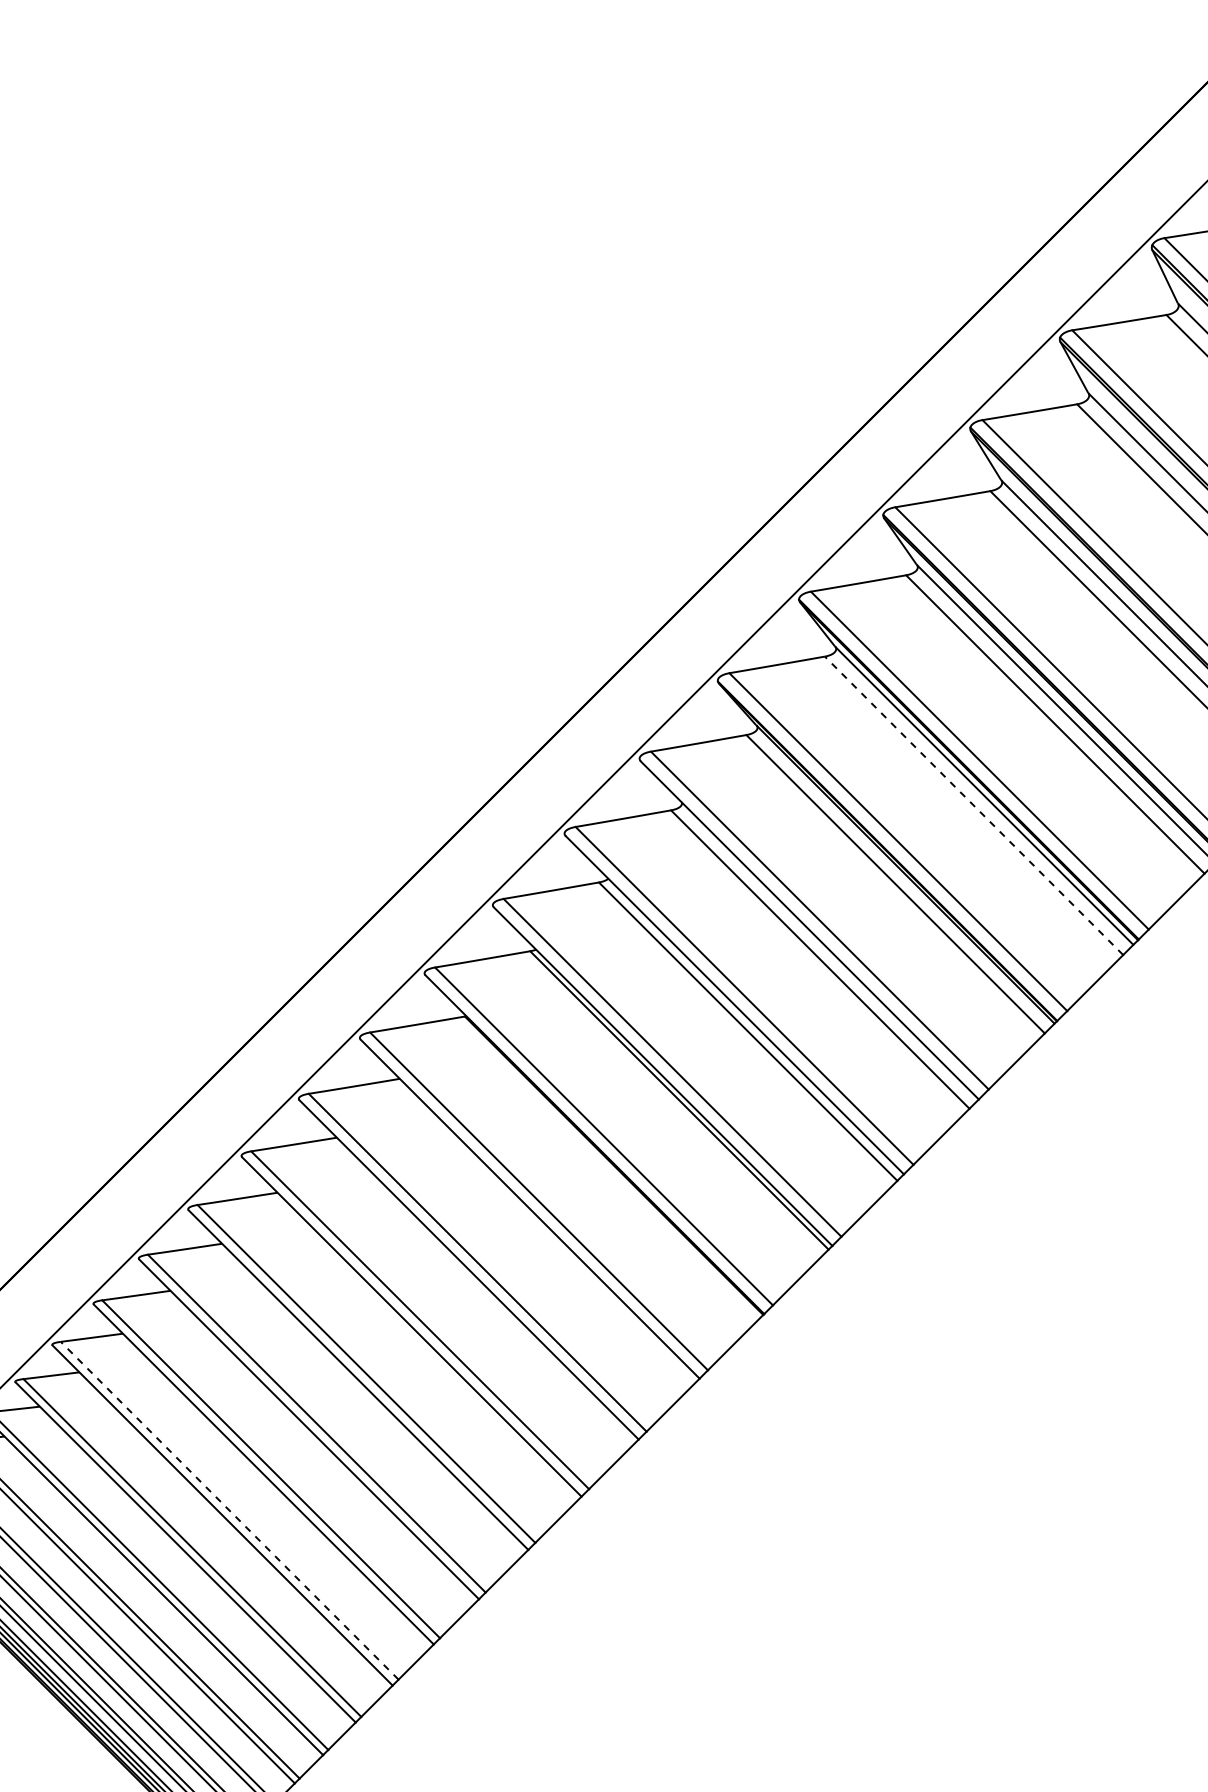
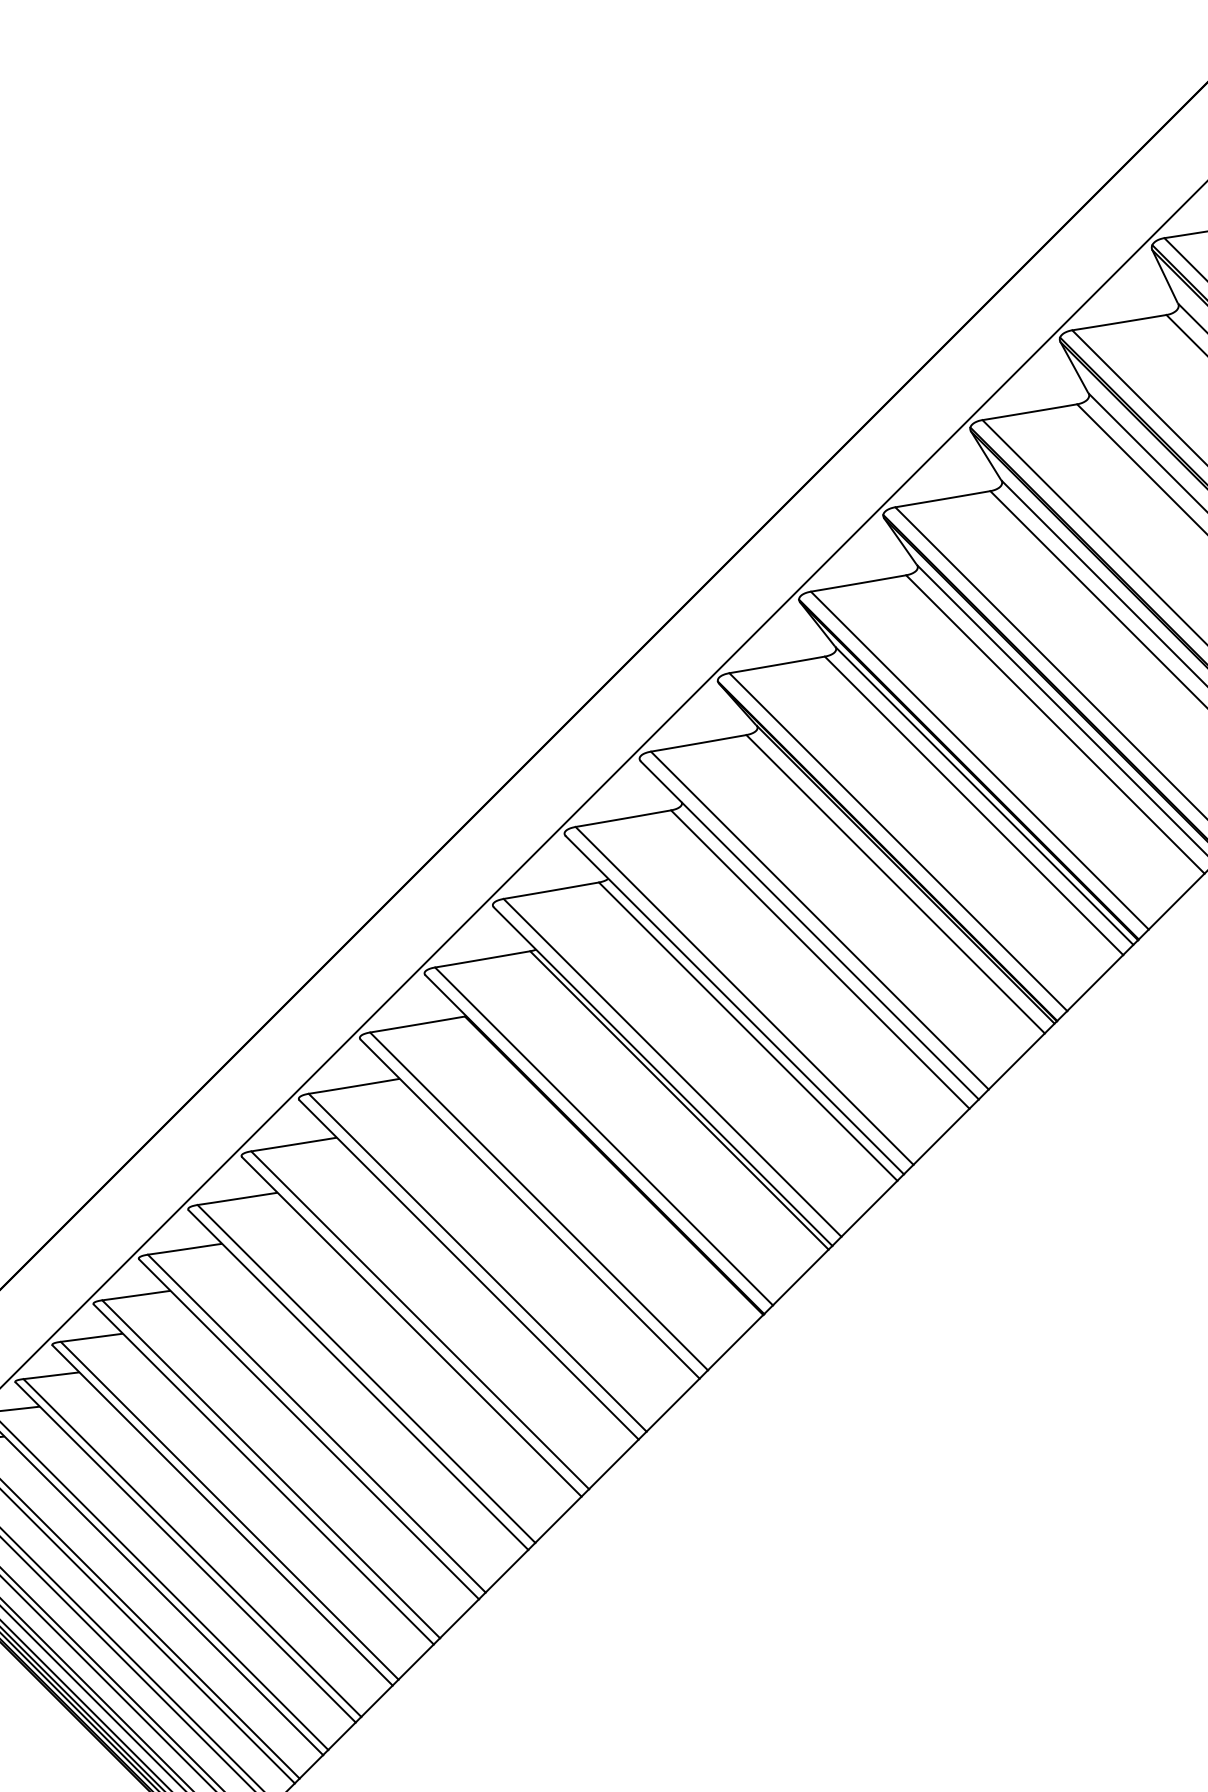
line at (974, 805): dashed -> solid
line at (229, 1510): dashed -> solid
